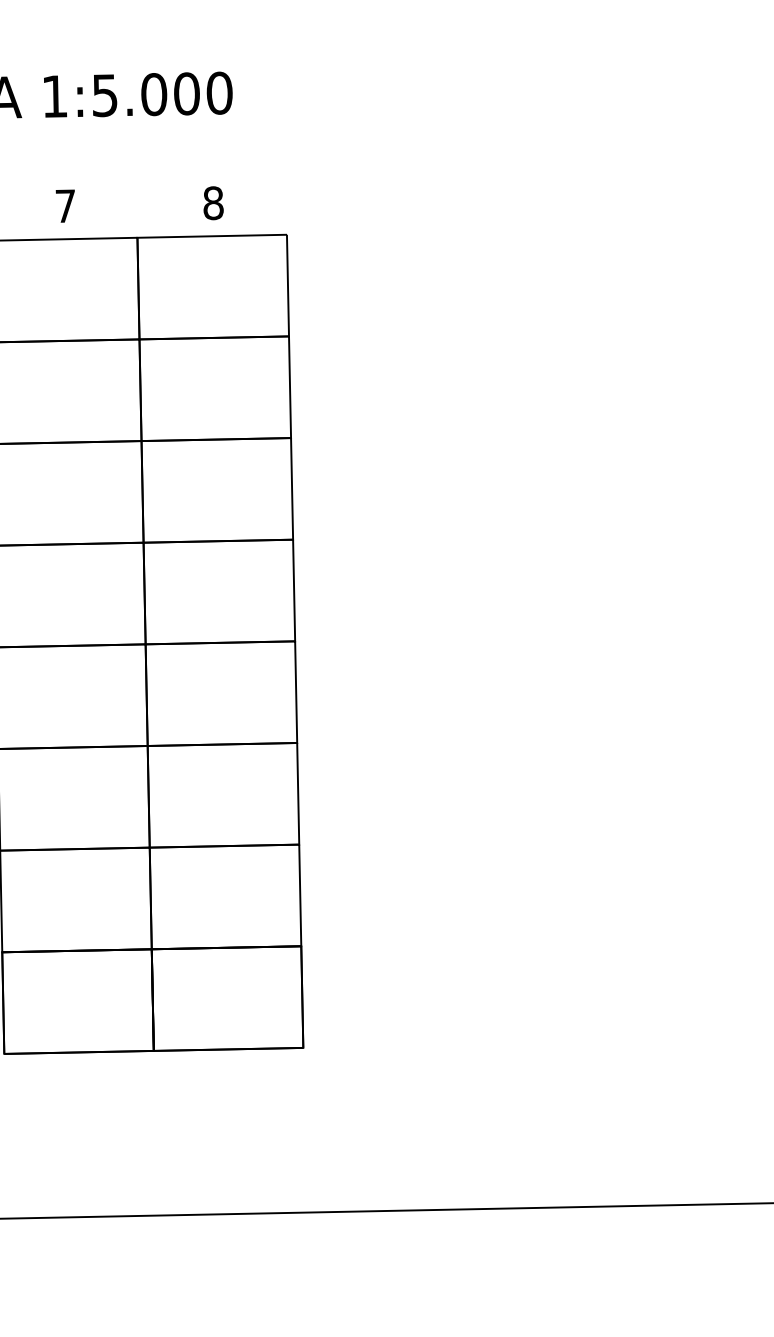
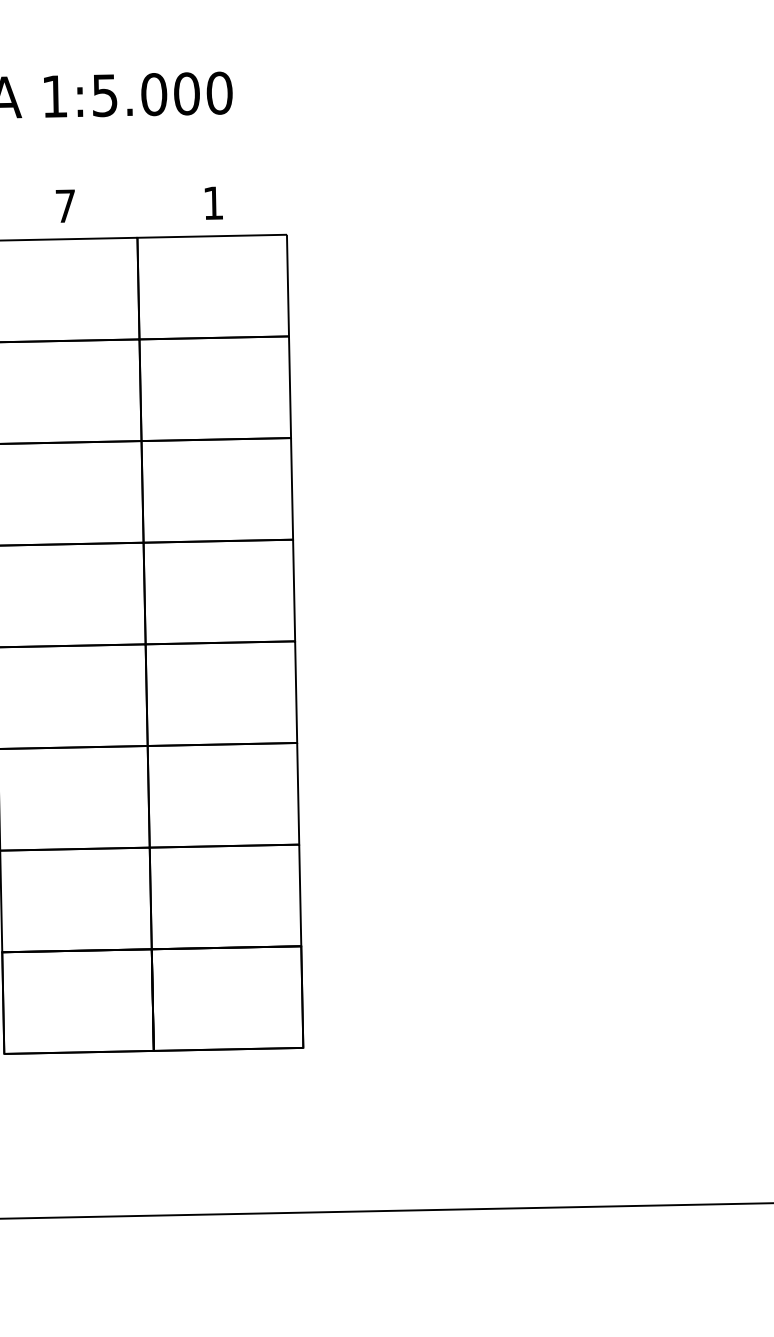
text at (213, 203): 8 -> 1
